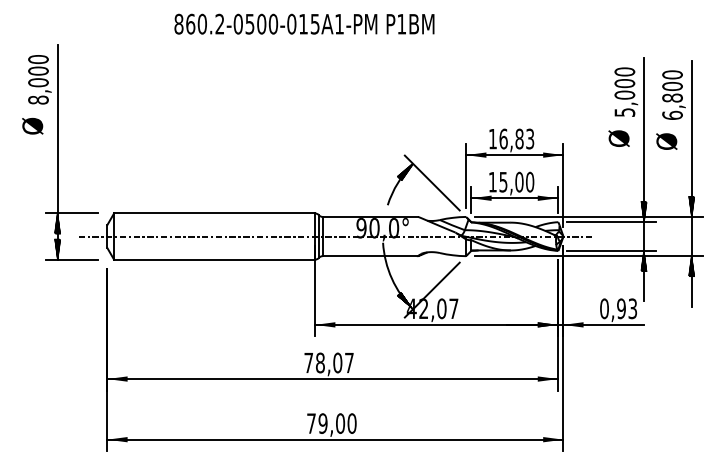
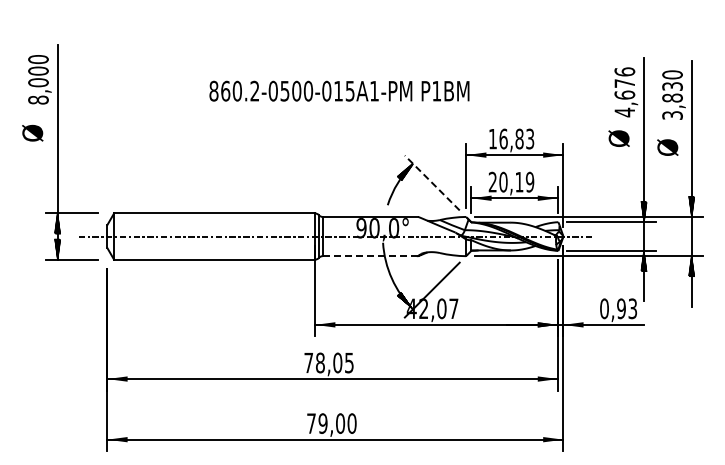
text at (304, 23) position: (304, 23) -> (339, 90)
text at (624, 92): 5,000 -> 4,676
text at (672, 100): 6,800 -> 3,830
text at (32, 125) position: (32, 125) -> (32, 132)
text at (666, 141) position: (666, 141) -> (667, 147)
text at (511, 181): 15,00 -> 20,19
line at (432, 183): solid -> dashed
line at (370, 256): solid -> dashed
text at (349, 363): 78,07 -> 78,05
